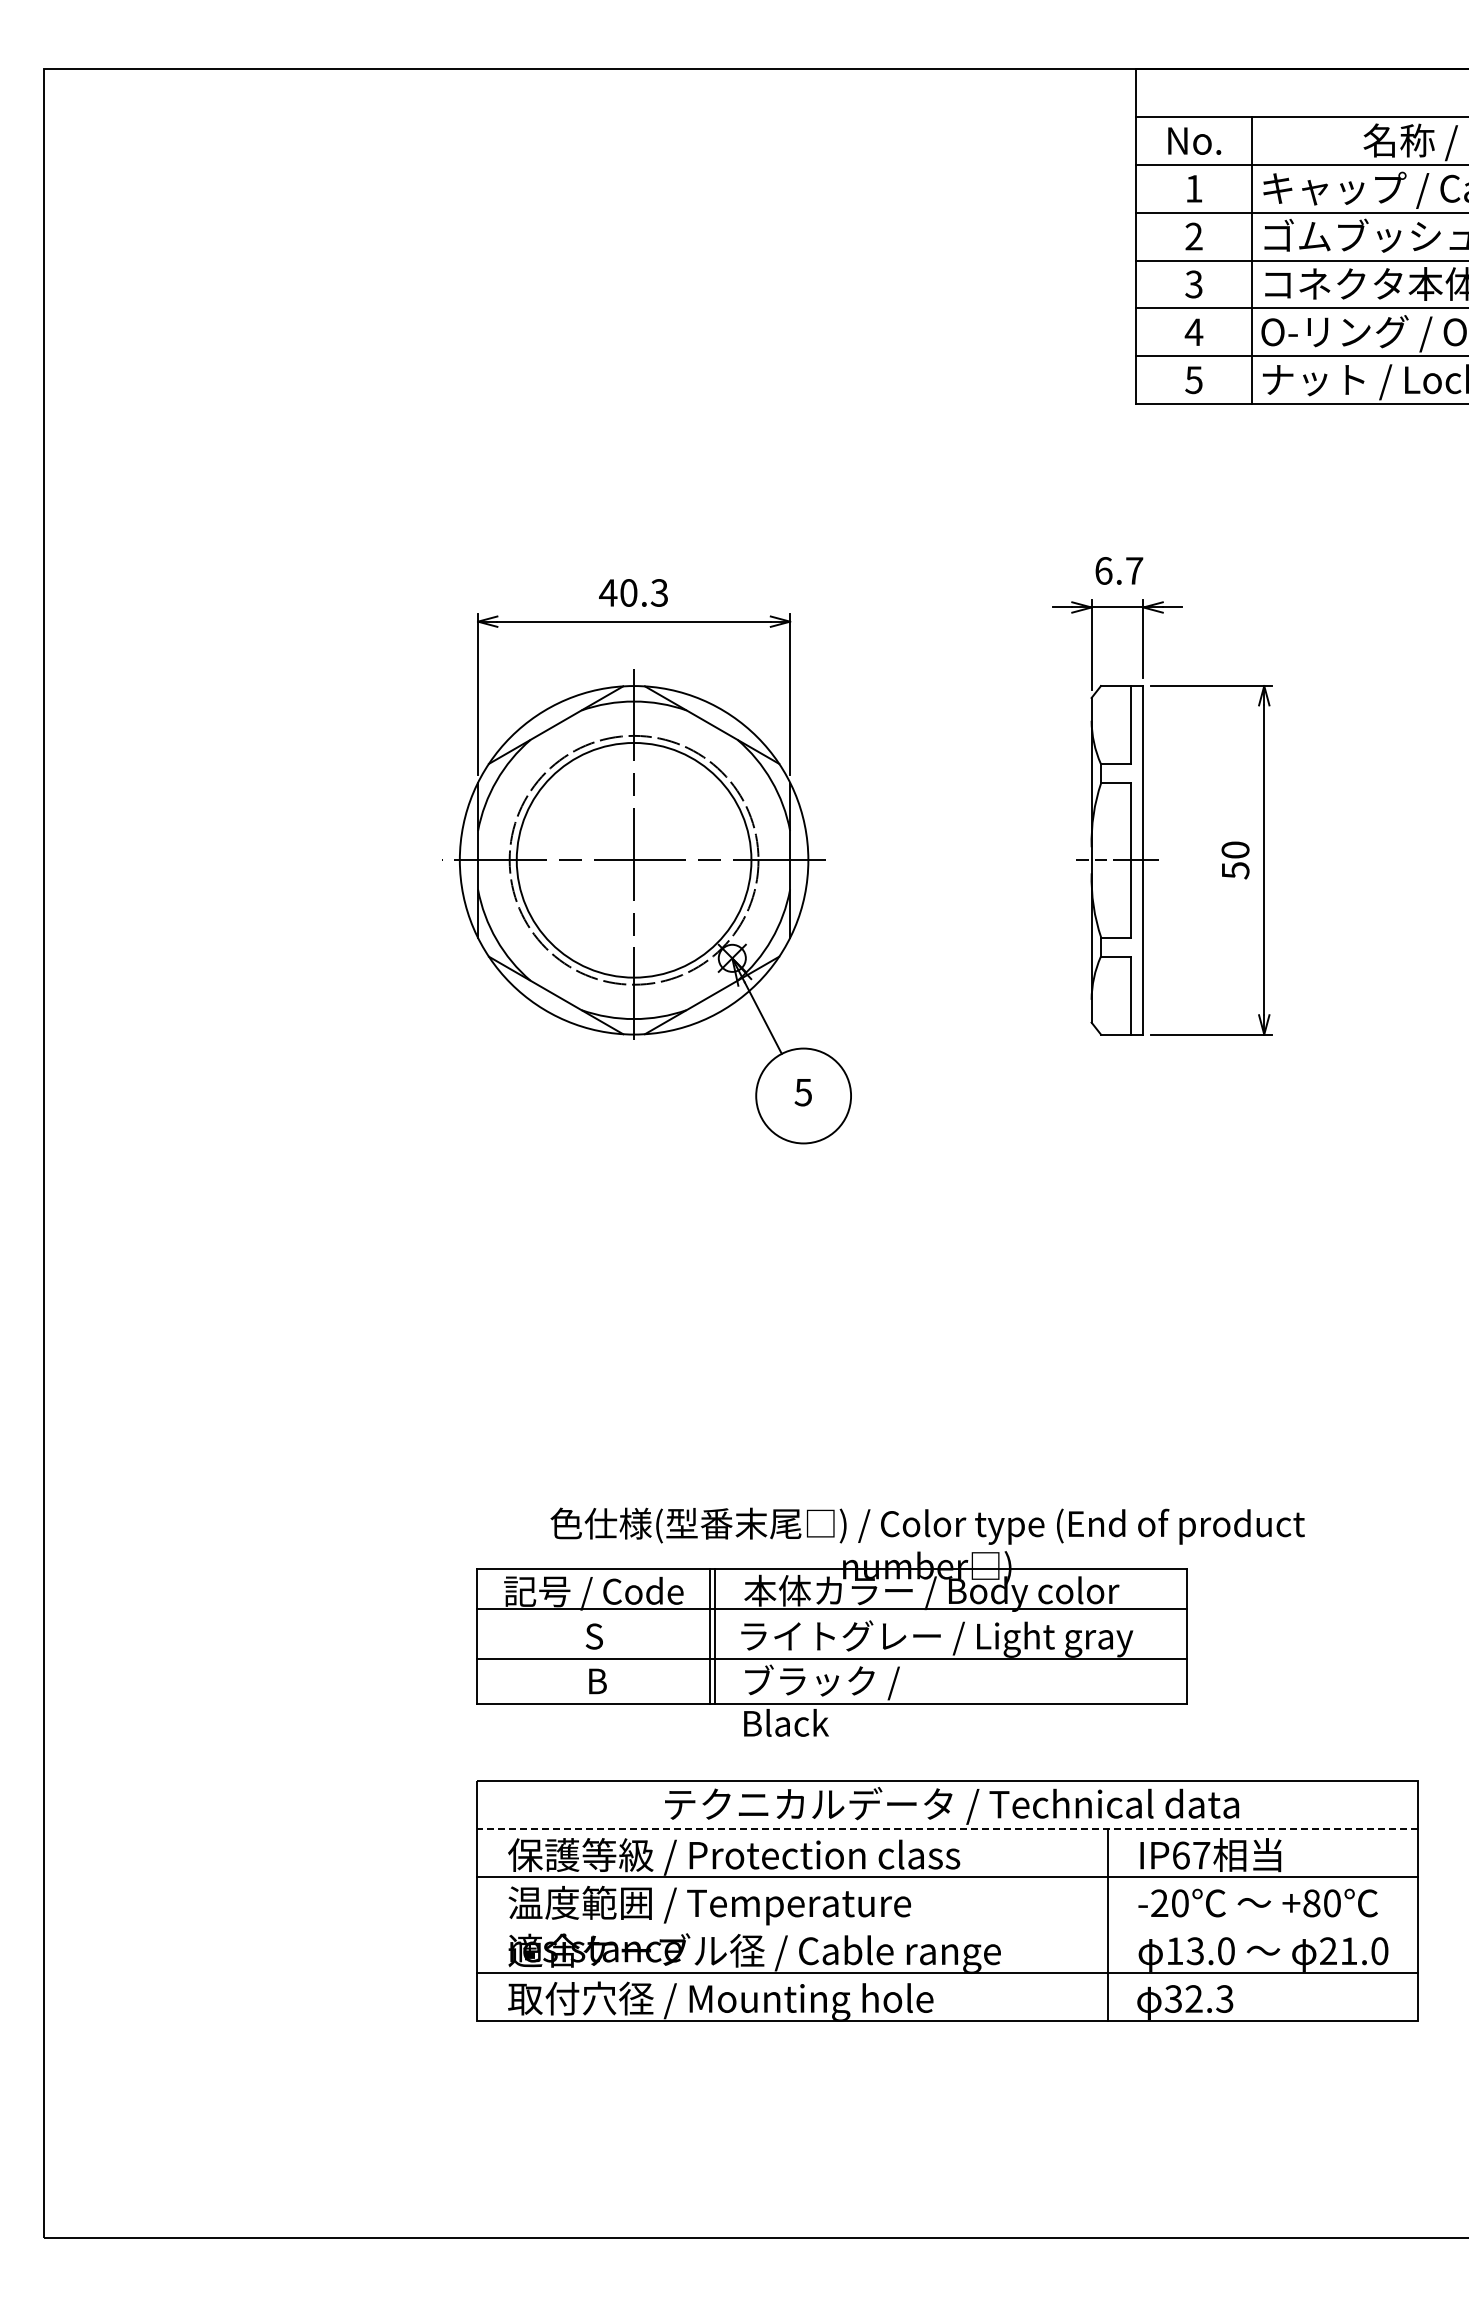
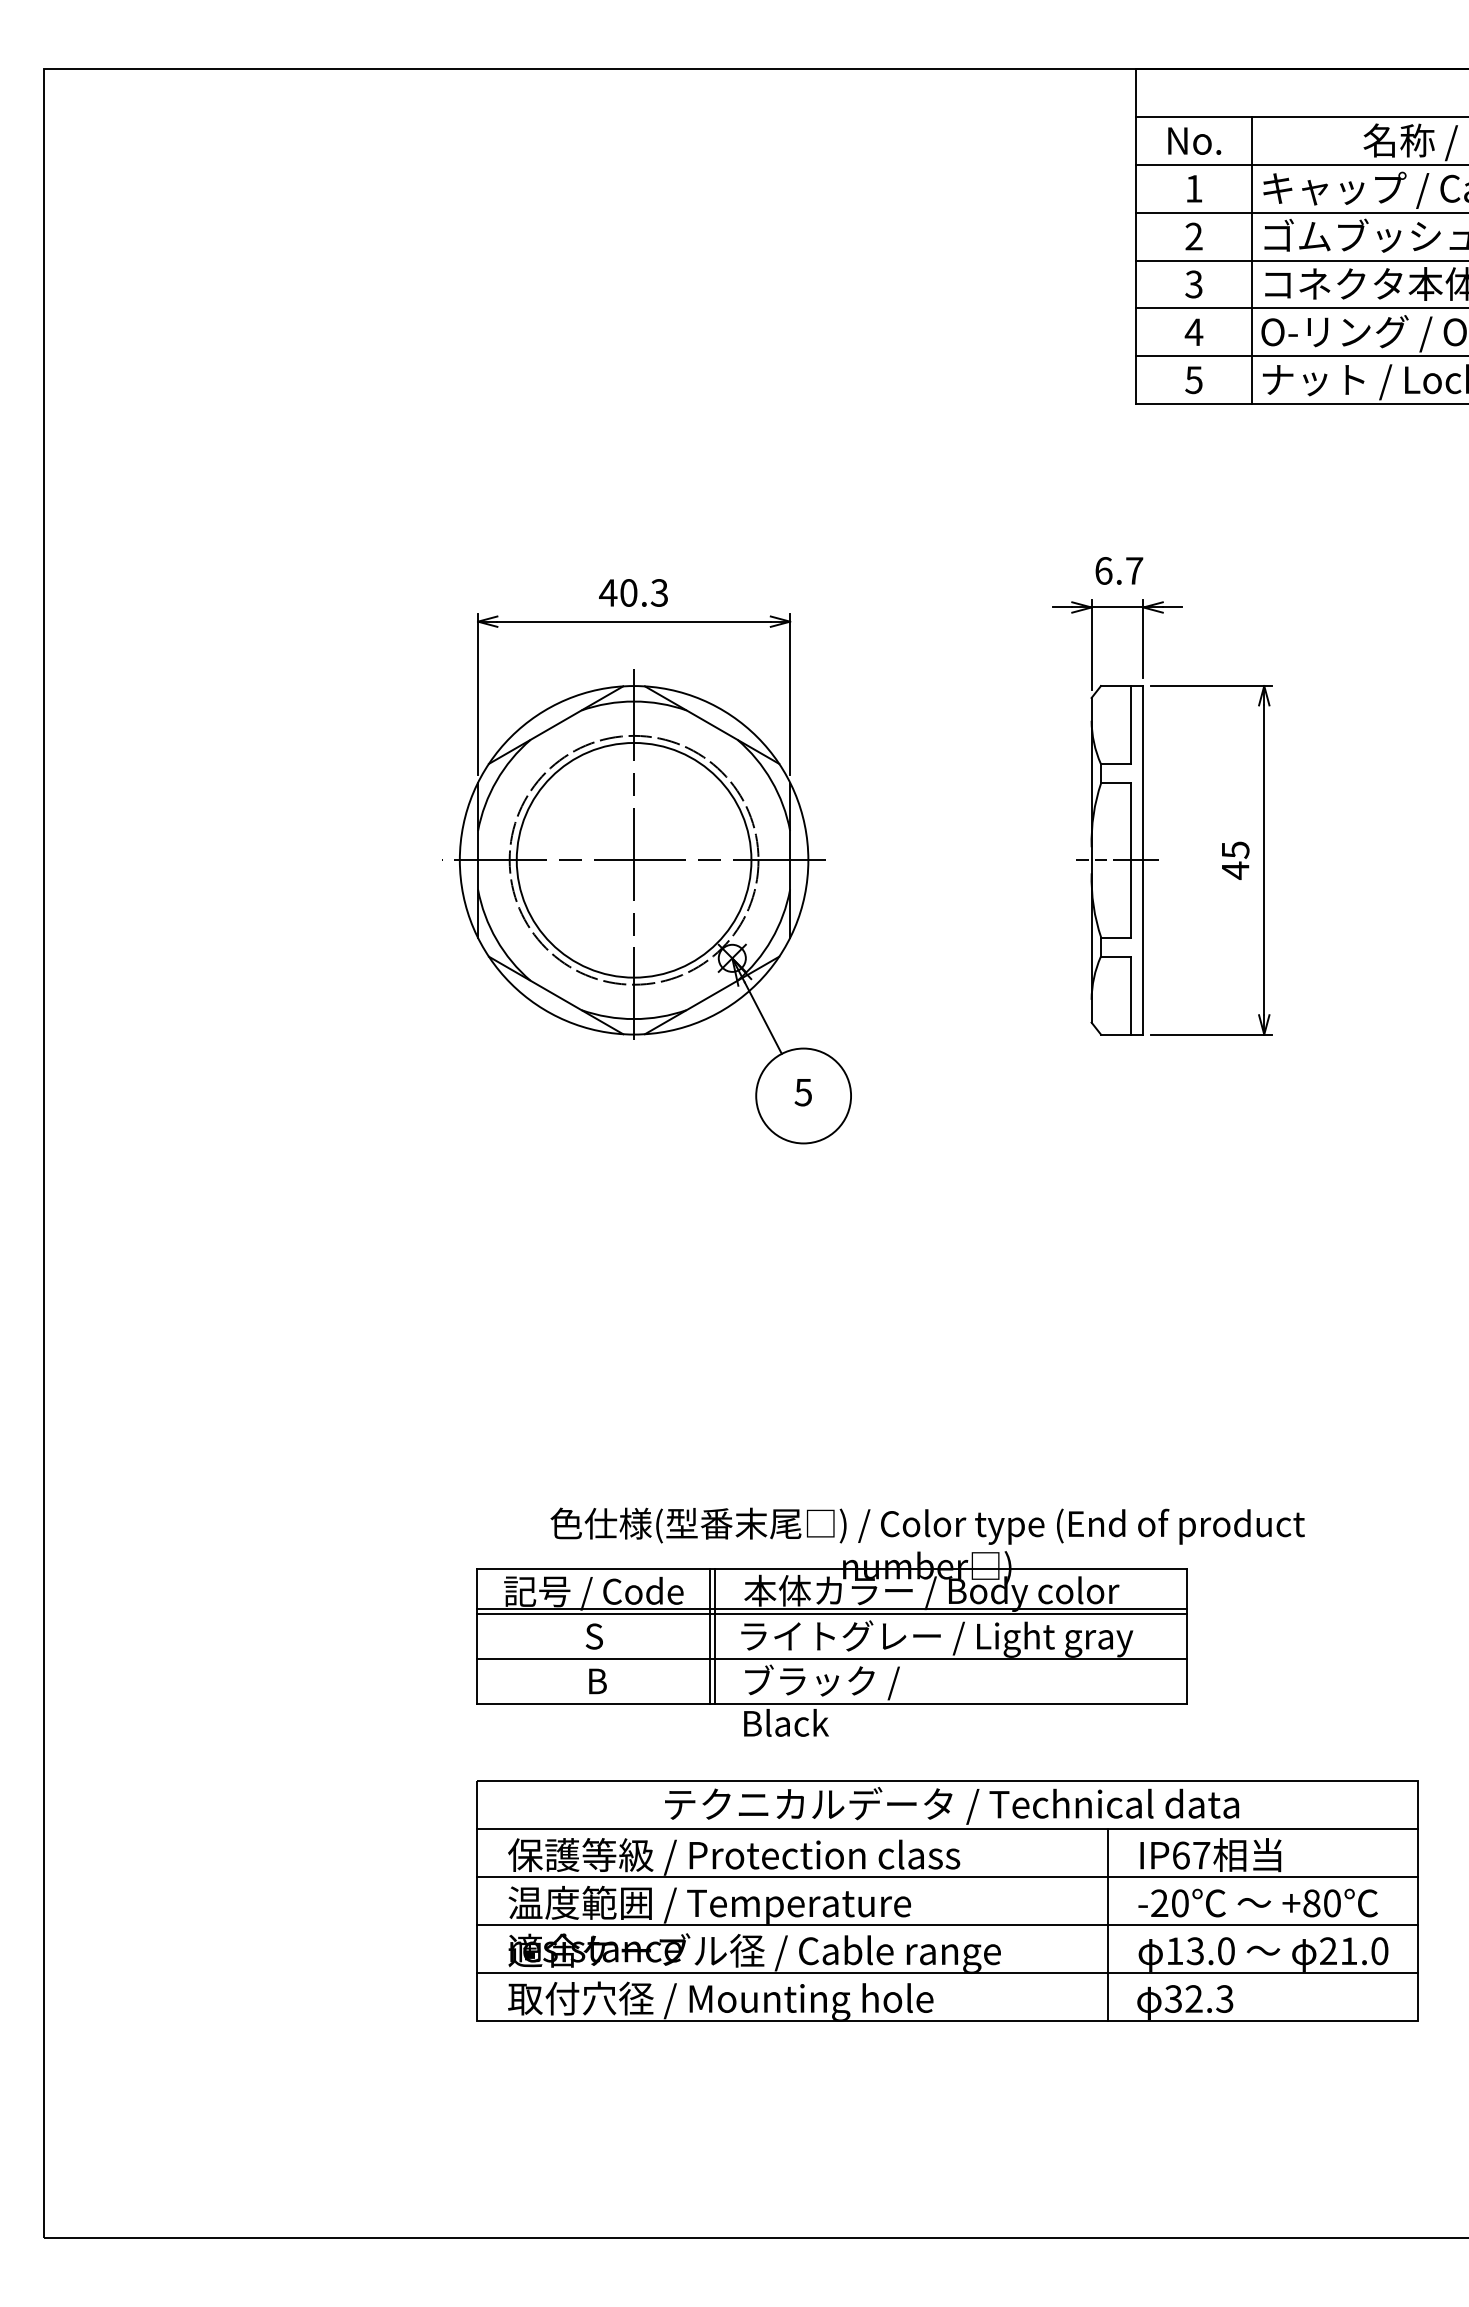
text at (1235, 860): 50 -> 45
line at (831, 1614): none -> present
line at (947, 1829): dashed -> solid
line at (946, 1925): none -> present
